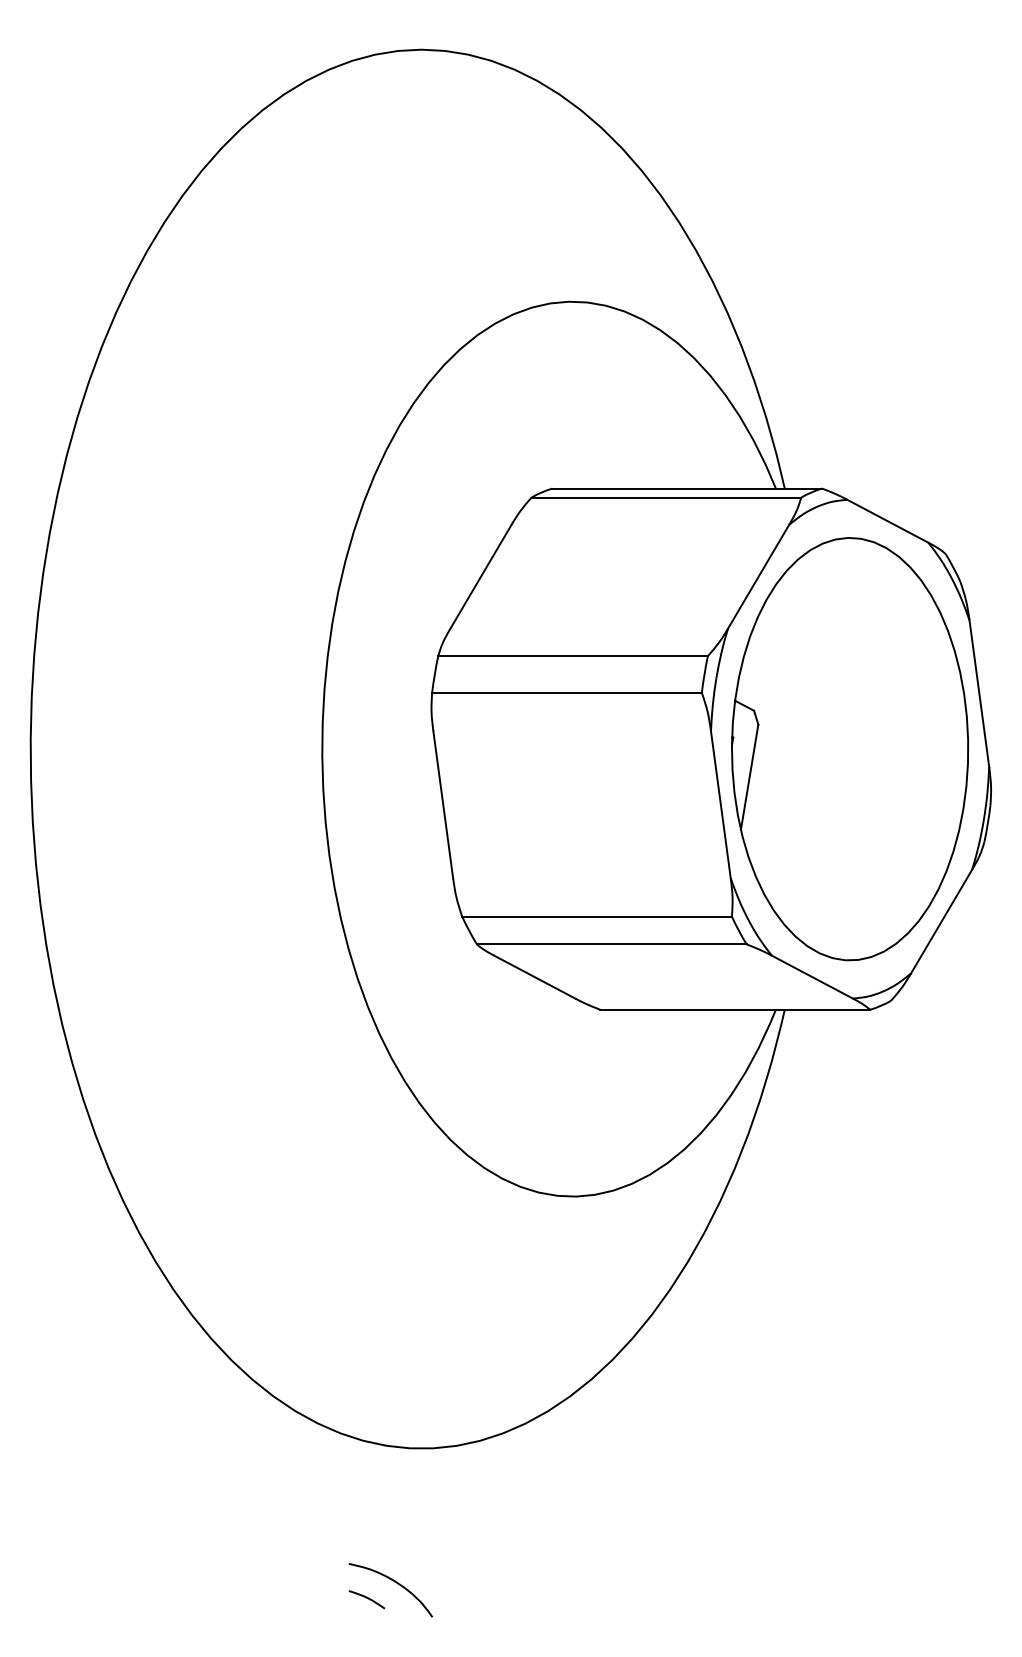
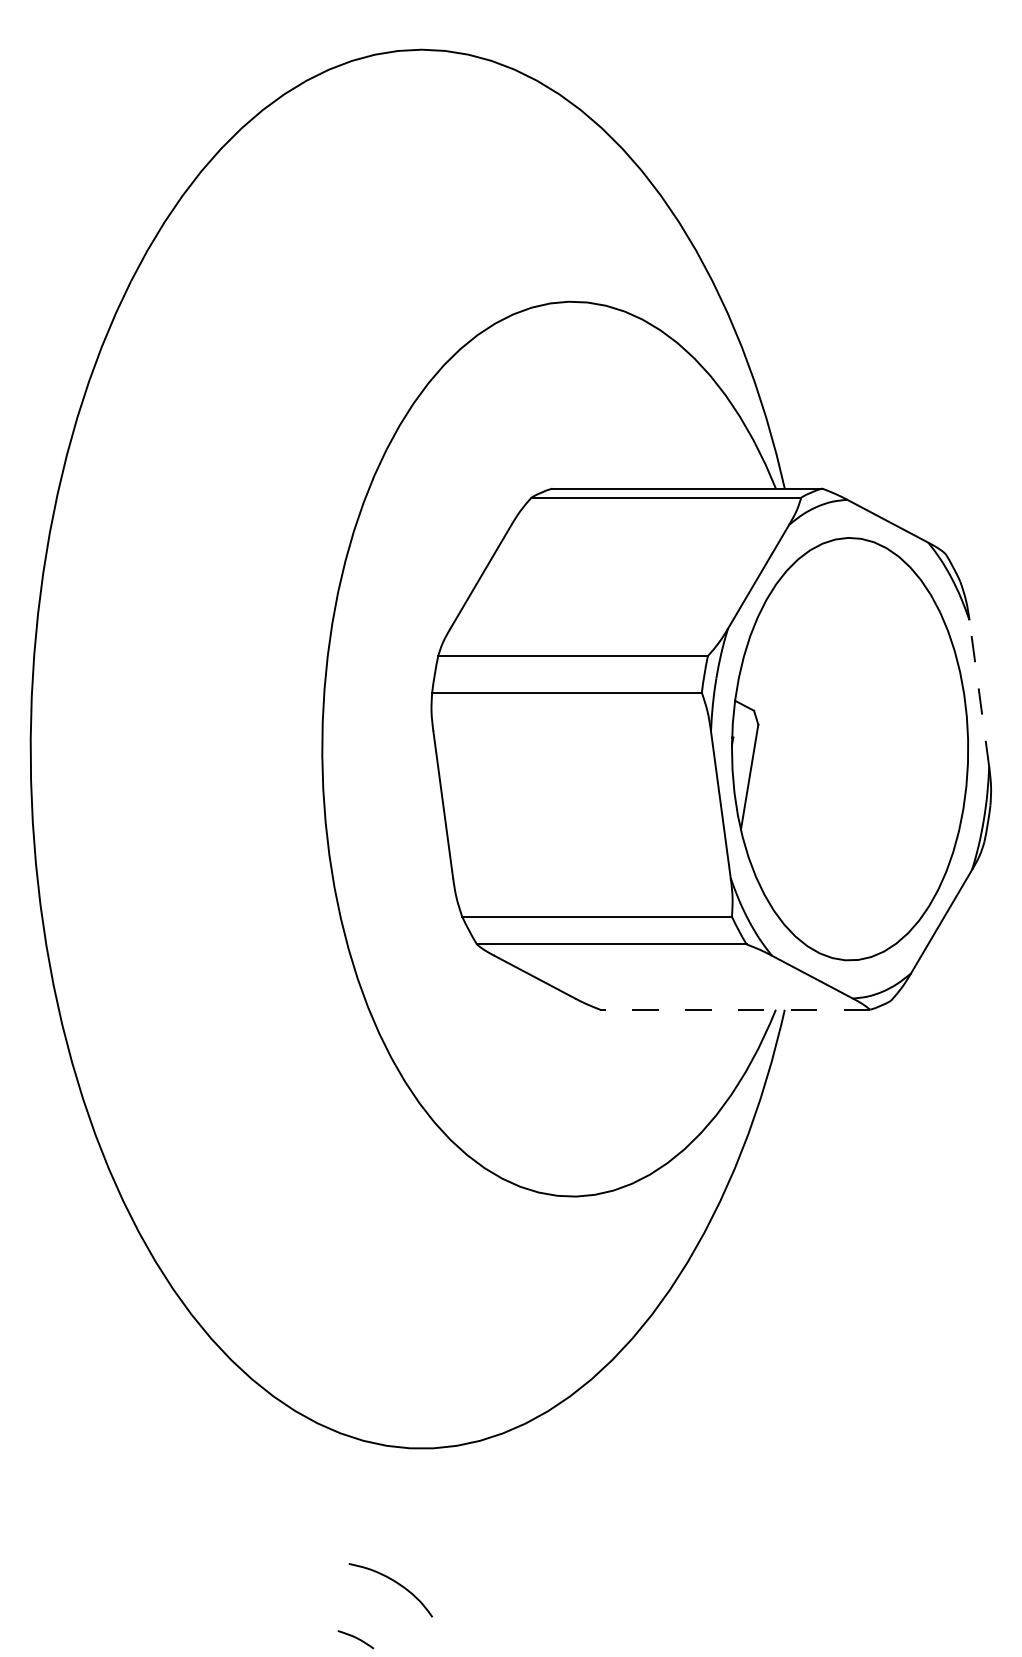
line at (979, 693): solid -> dashed
line at (735, 1009): solid -> dashed
curve at (366, 1598) position: (366, 1598) -> (355, 1638)
